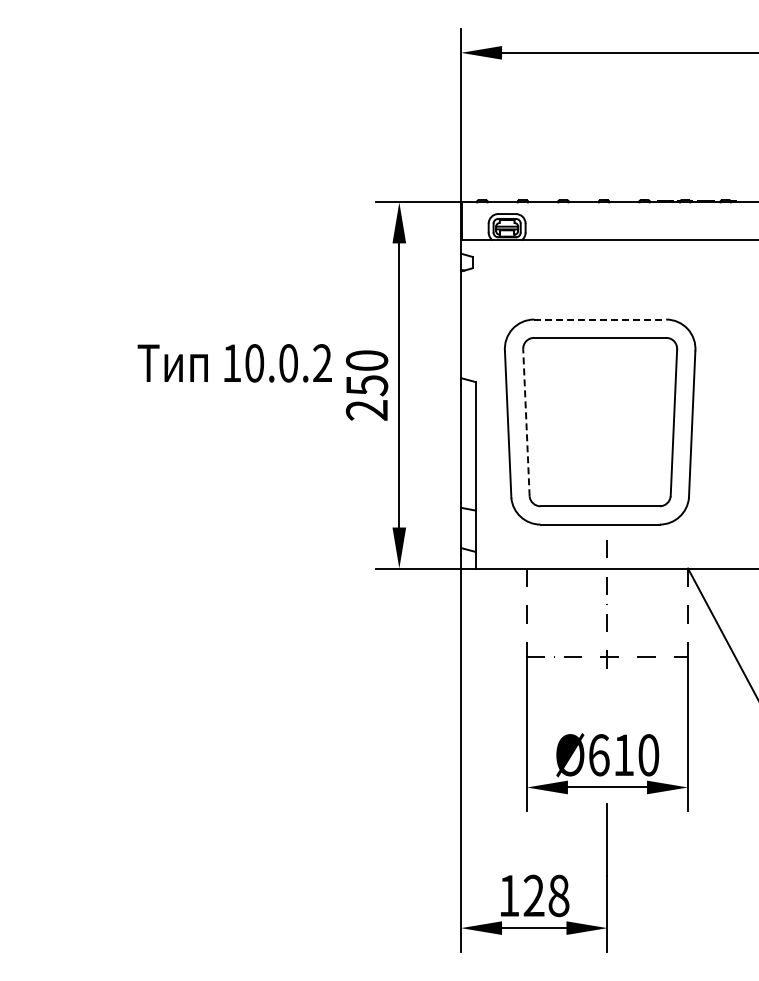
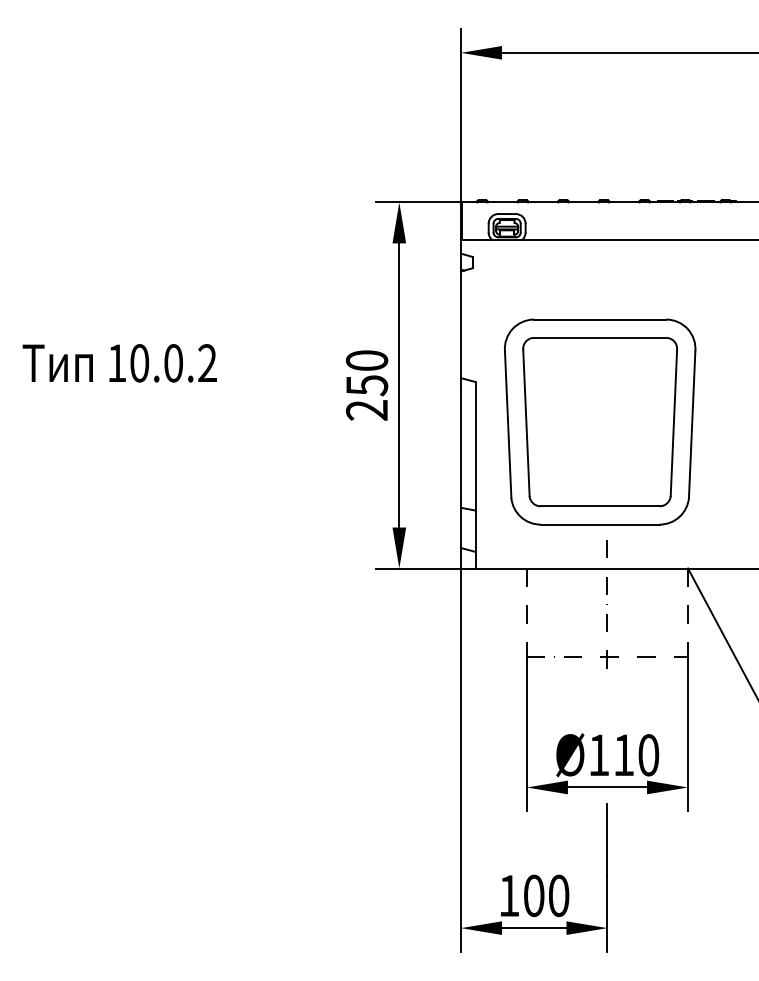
line at (600, 319): dashed -> solid
text at (234, 363) position: (234, 363) -> (119, 363)
line at (526, 422): dashed -> solid
text at (599, 755): Ø610 -> Ø110
text at (546, 895): 128 -> 100
